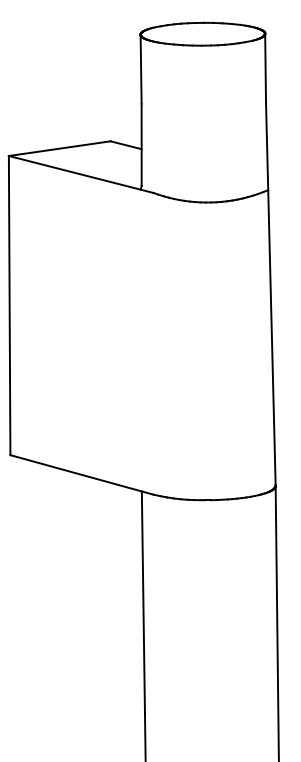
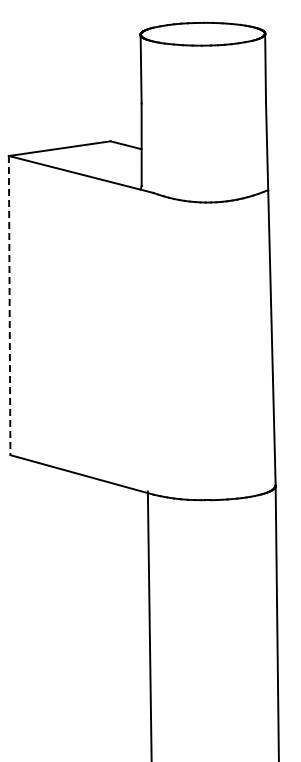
line at (9, 305): solid -> dashed
line at (143, 624) position: (143, 624) -> (149, 624)
